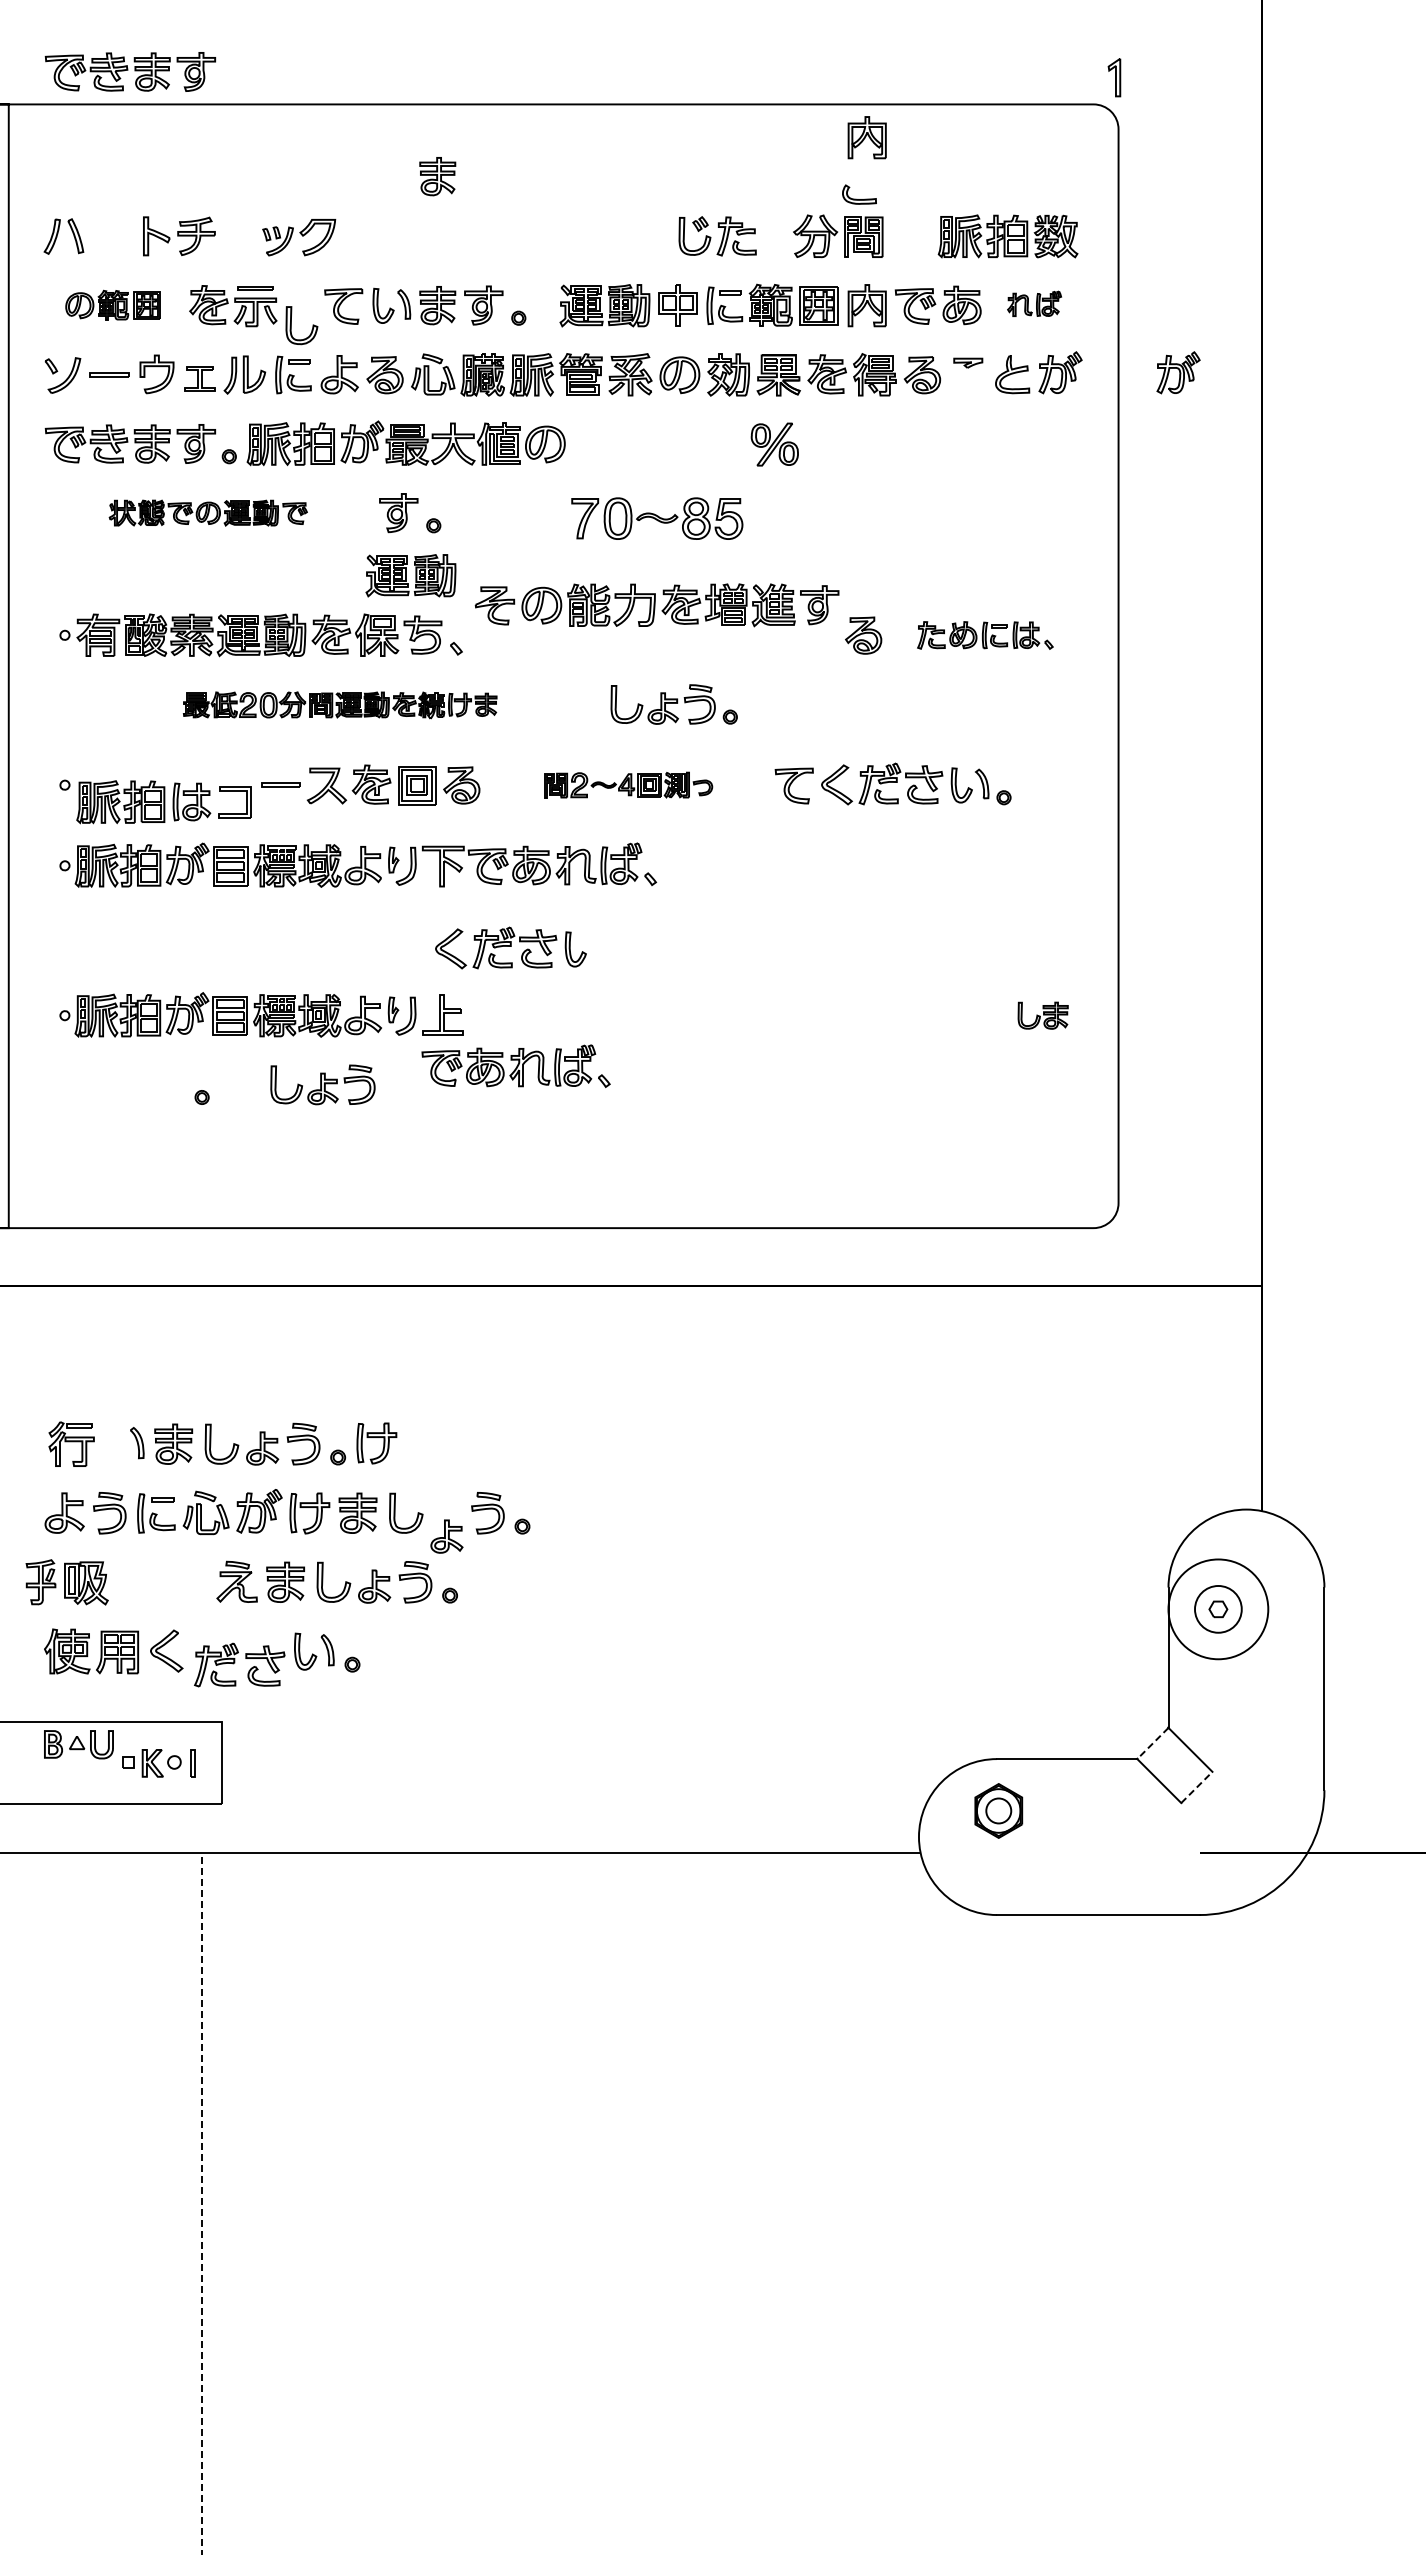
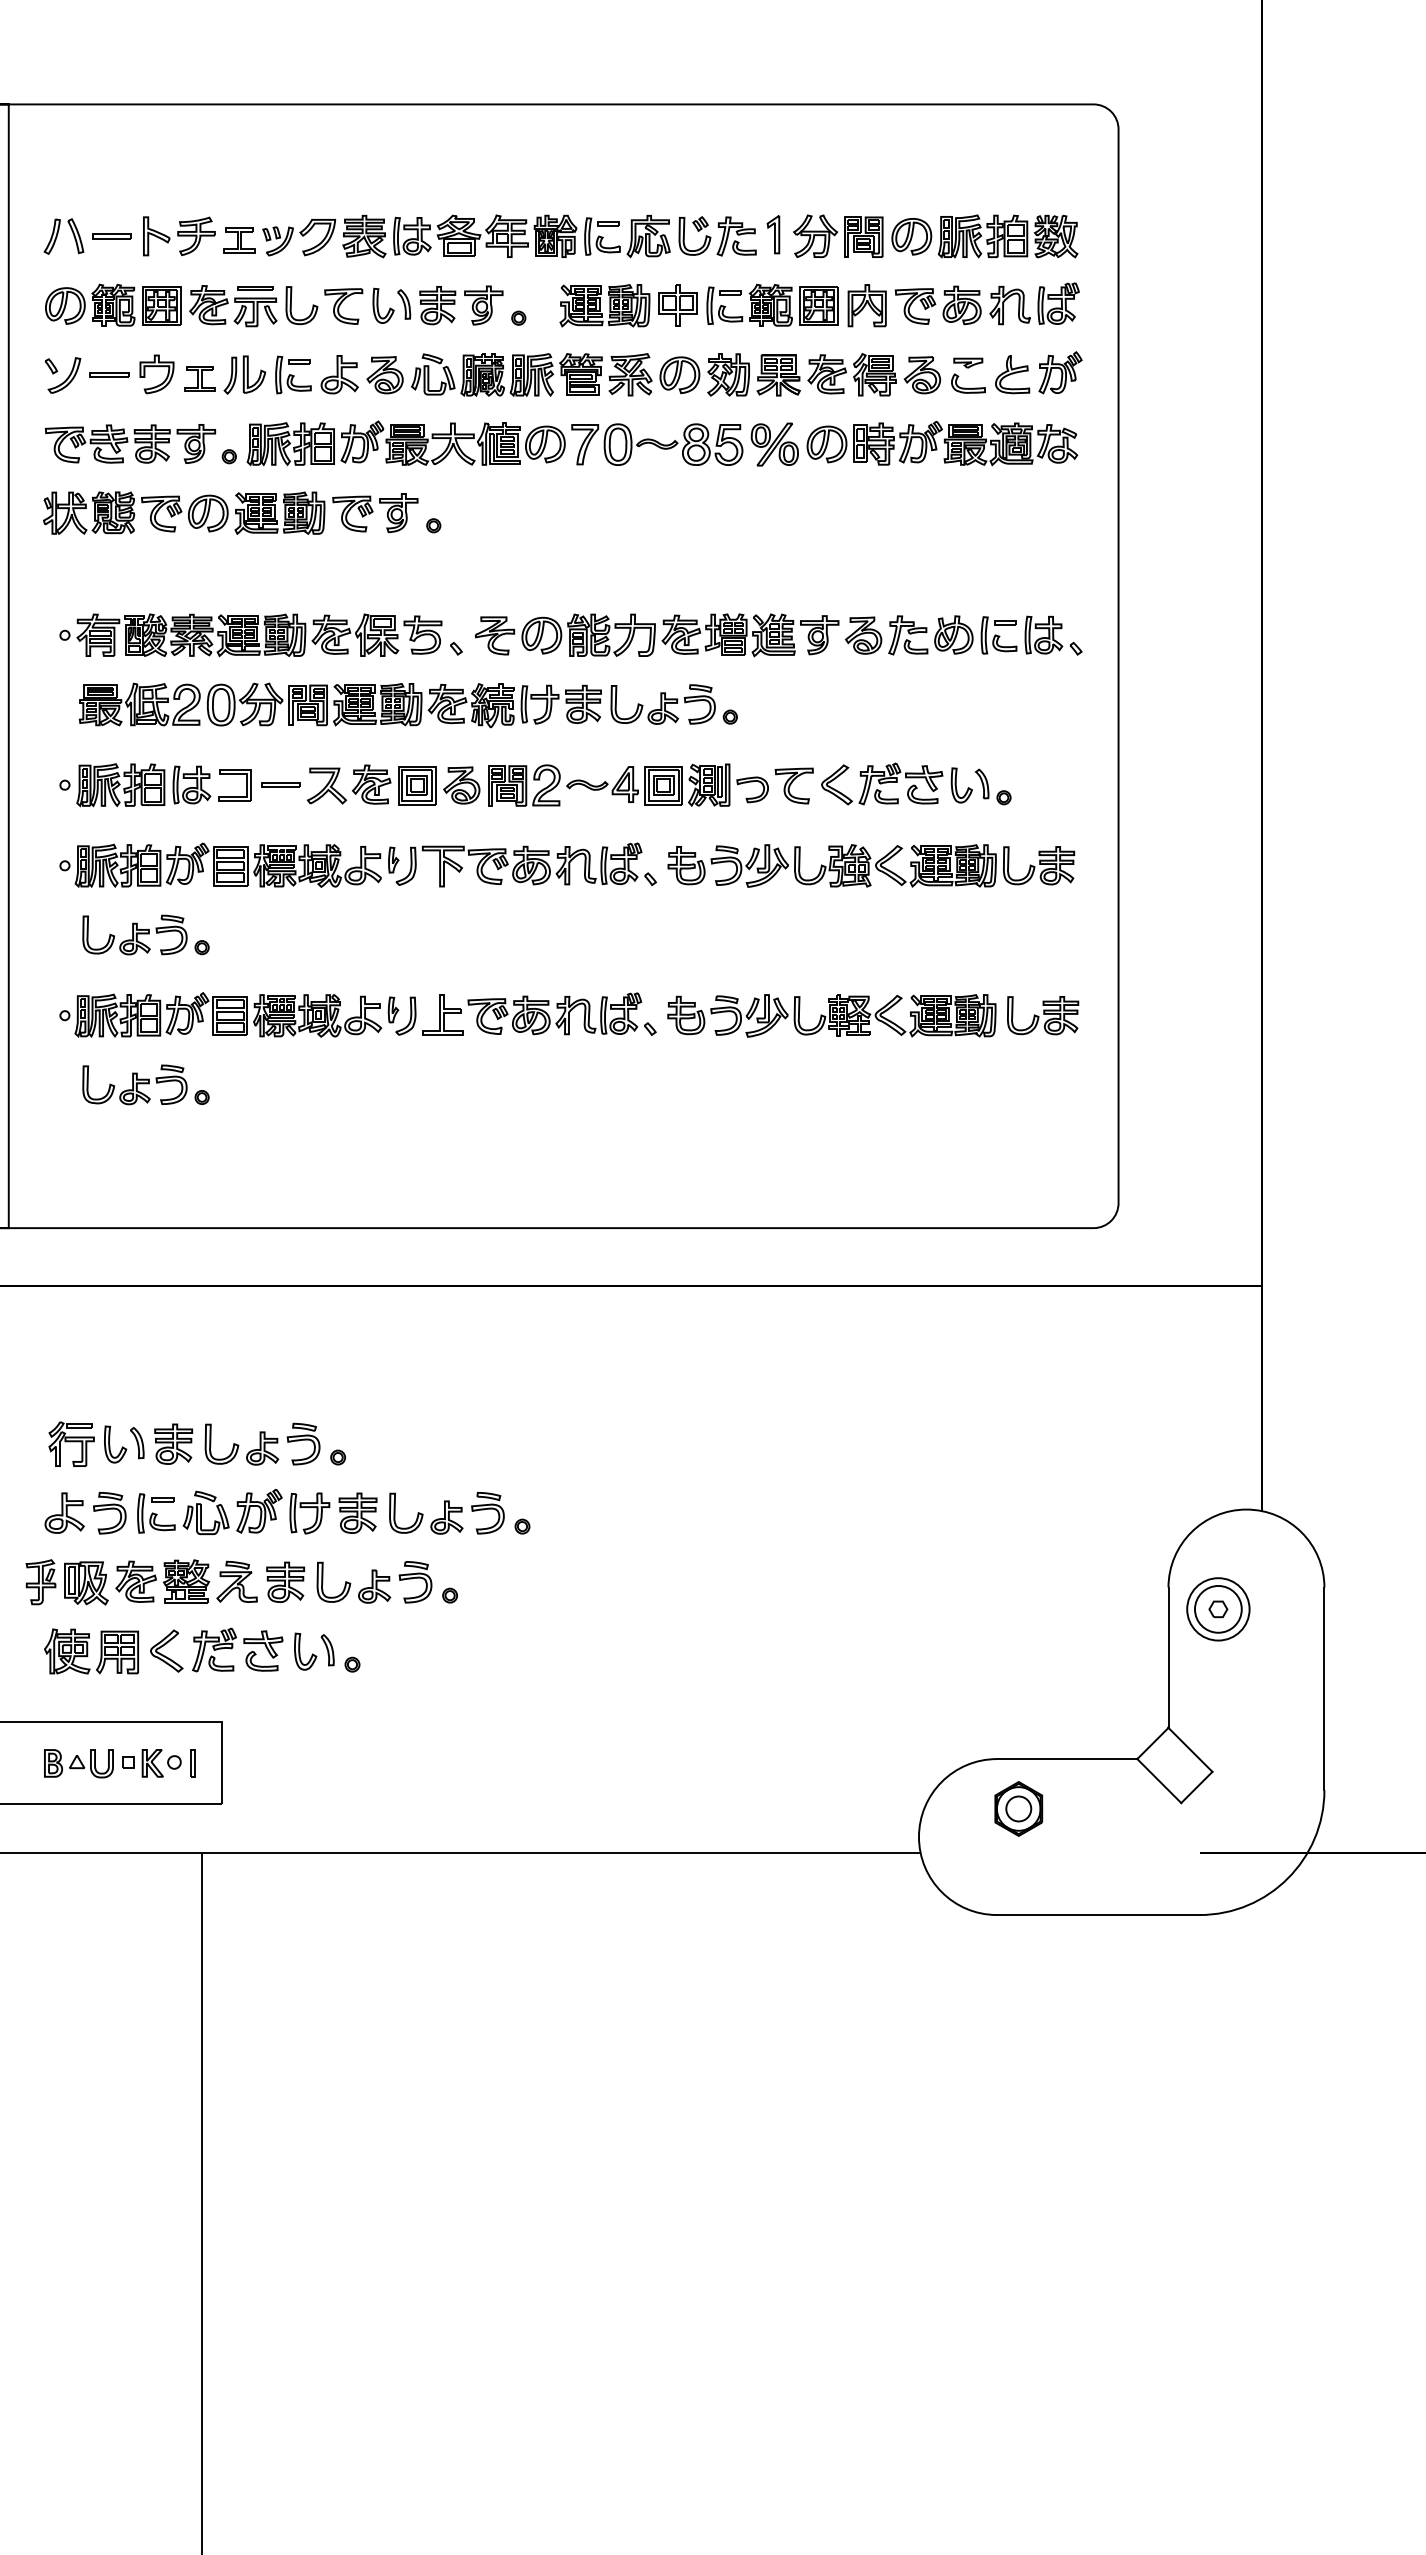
part at (130, 71): present -> none
part at (1114, 77) position: (1114, 77) -> (773, 234)
part at (866, 137): present -> none
part at (437, 176): present -> none
part at (859, 194) position: (859, 194) -> (968, 383)
part at (111, 236): none -> present
part at (506, 236): none -> present
part at (911, 236): none -> present
part at (239, 240): none -> present
part at (1034, 303) size: 56x27 px -> 91x44 px
part at (112, 304) size: 96x32 px -> 137x44 px
part at (291, 325) position: (291, 325) -> (291, 305)
part at (1178, 372): present -> none
part at (942, 443): none -> present
part at (207, 512) size: 200x28 px -> 331x44 px
part at (657, 518) position: (657, 518) -> (657, 444)
part at (410, 575): present -> none
part at (656, 605) position: (656, 605) -> (656, 635)
part at (985, 635) size: 137x29 px -> 195x41 px
part at (340, 705) size: 315x29 px -> 524x47 px
part at (628, 784) size: 170x28 px -> 281x44 px
part at (163, 802) position: (163, 802) -> (163, 785)
part at (871, 865): none -> present
part at (145, 934): none -> present
part at (510, 947): present -> none
part at (831, 1015): none -> present
part at (1042, 1015) size: 52x29 px -> 73x40 px
part at (515, 1065) position: (515, 1065) -> (561, 1013)
part at (322, 1084) position: (322, 1084) -> (134, 1084)
part at (376, 1443): present -> none
part at (115, 1444): none -> present
part at (446, 1536) position: (446, 1536) -> (446, 1517)
part at (162, 1581): none -> present
circle at (1218, 1609) diameter: 100 px -> 62 px
part at (239, 1664) position: (239, 1664) -> (237, 1649)
line at (1152, 1743): dashed -> solid
part at (78, 1744) position: (78, 1744) -> (78, 1763)
line at (1197, 1787): dashed -> solid
part at (998, 1810) position: (998, 1810) -> (1018, 1808)
line at (201, 2203): dashed -> solid
